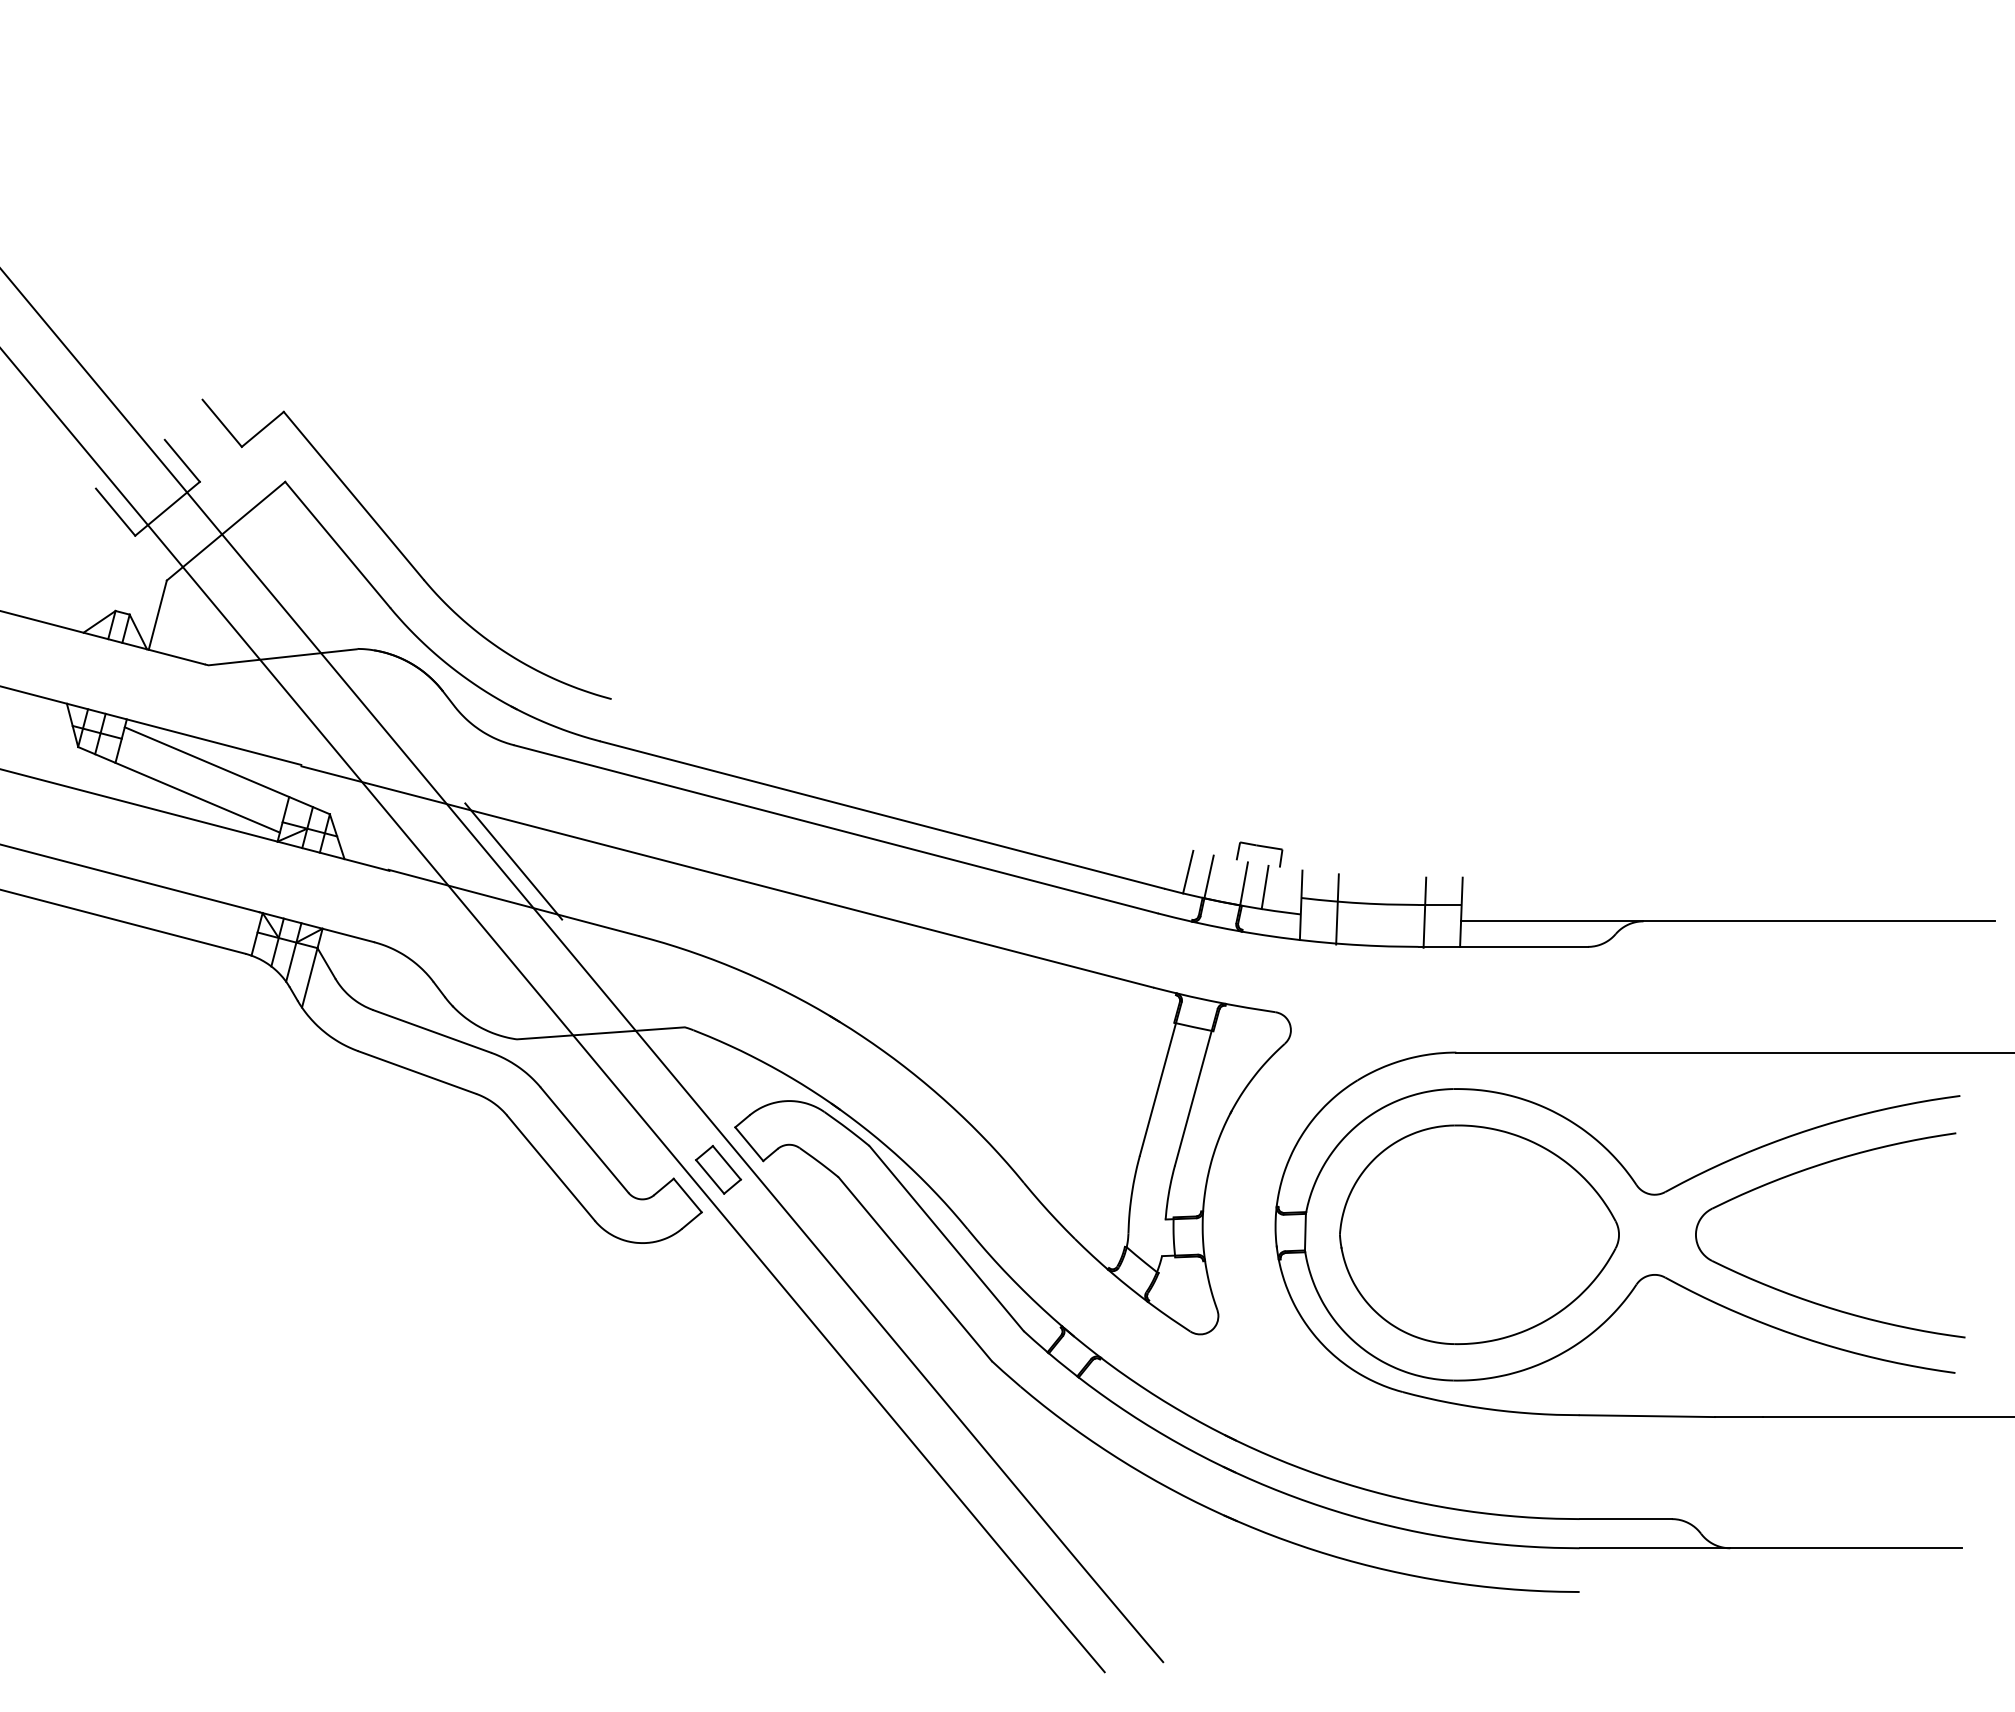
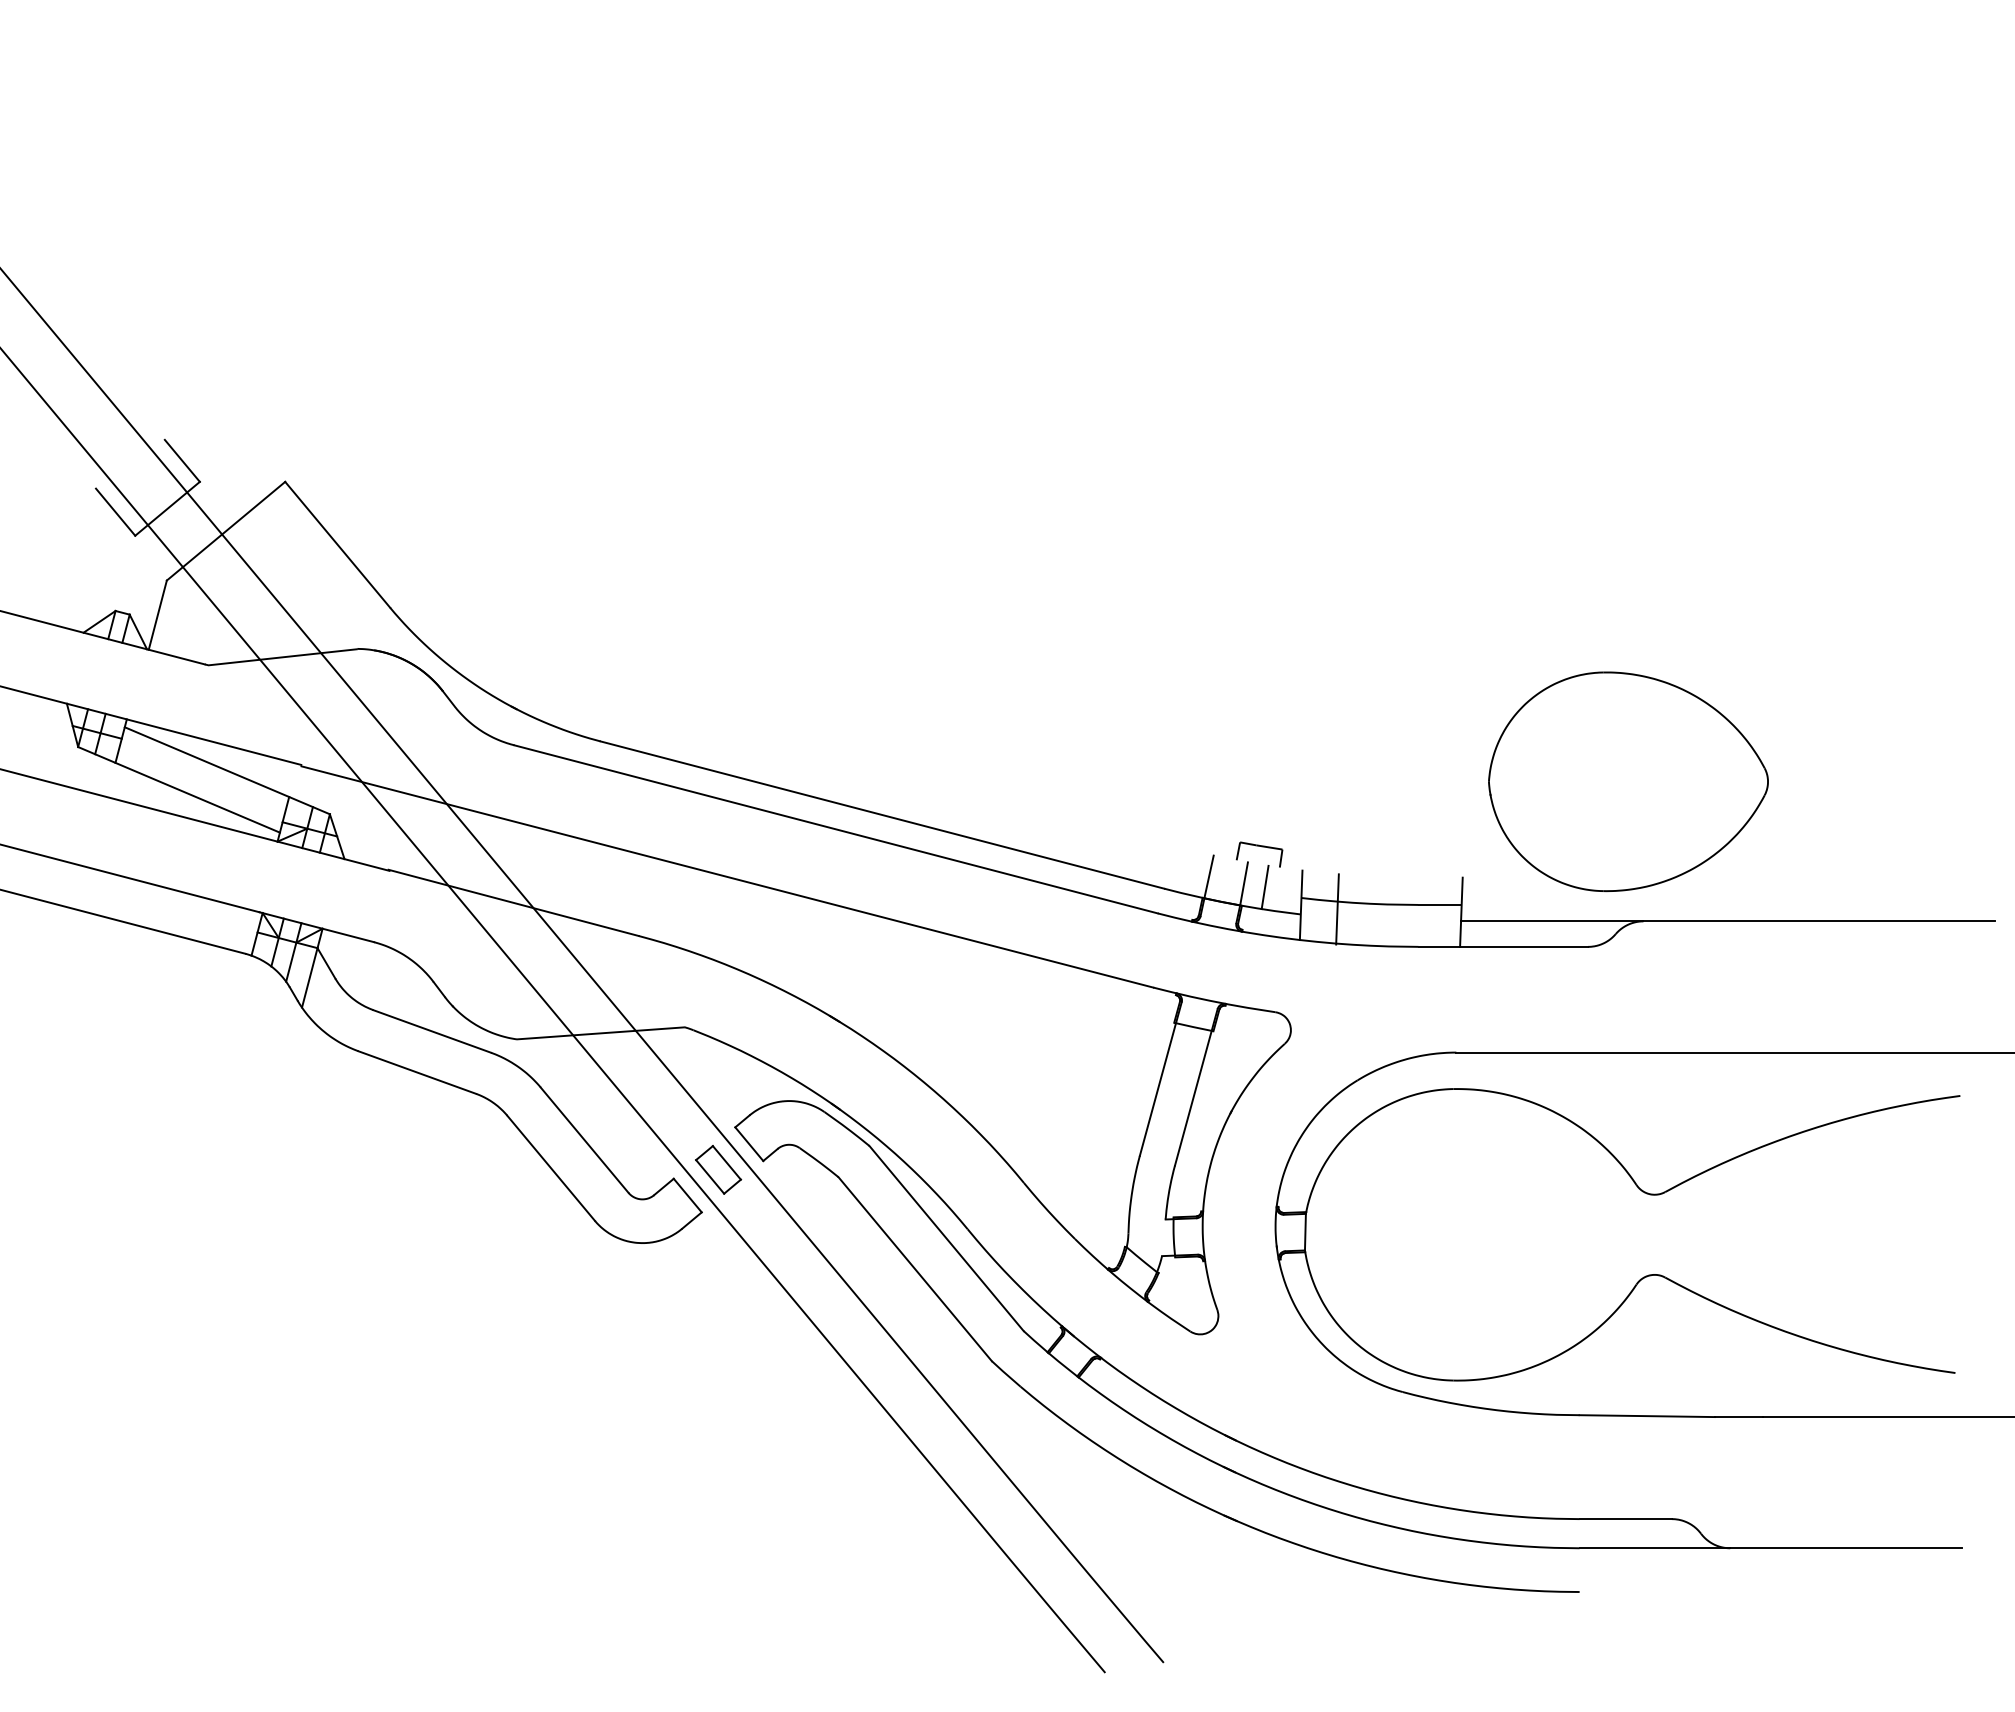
part at (406, 548): present -> none
line at (513, 861): present -> none
line at (1188, 871): present -> none
line at (1424, 912): present -> none
part at (1479, 1234) position: (1479, 1234) -> (1628, 781)
part at (1807, 1299): present -> none
